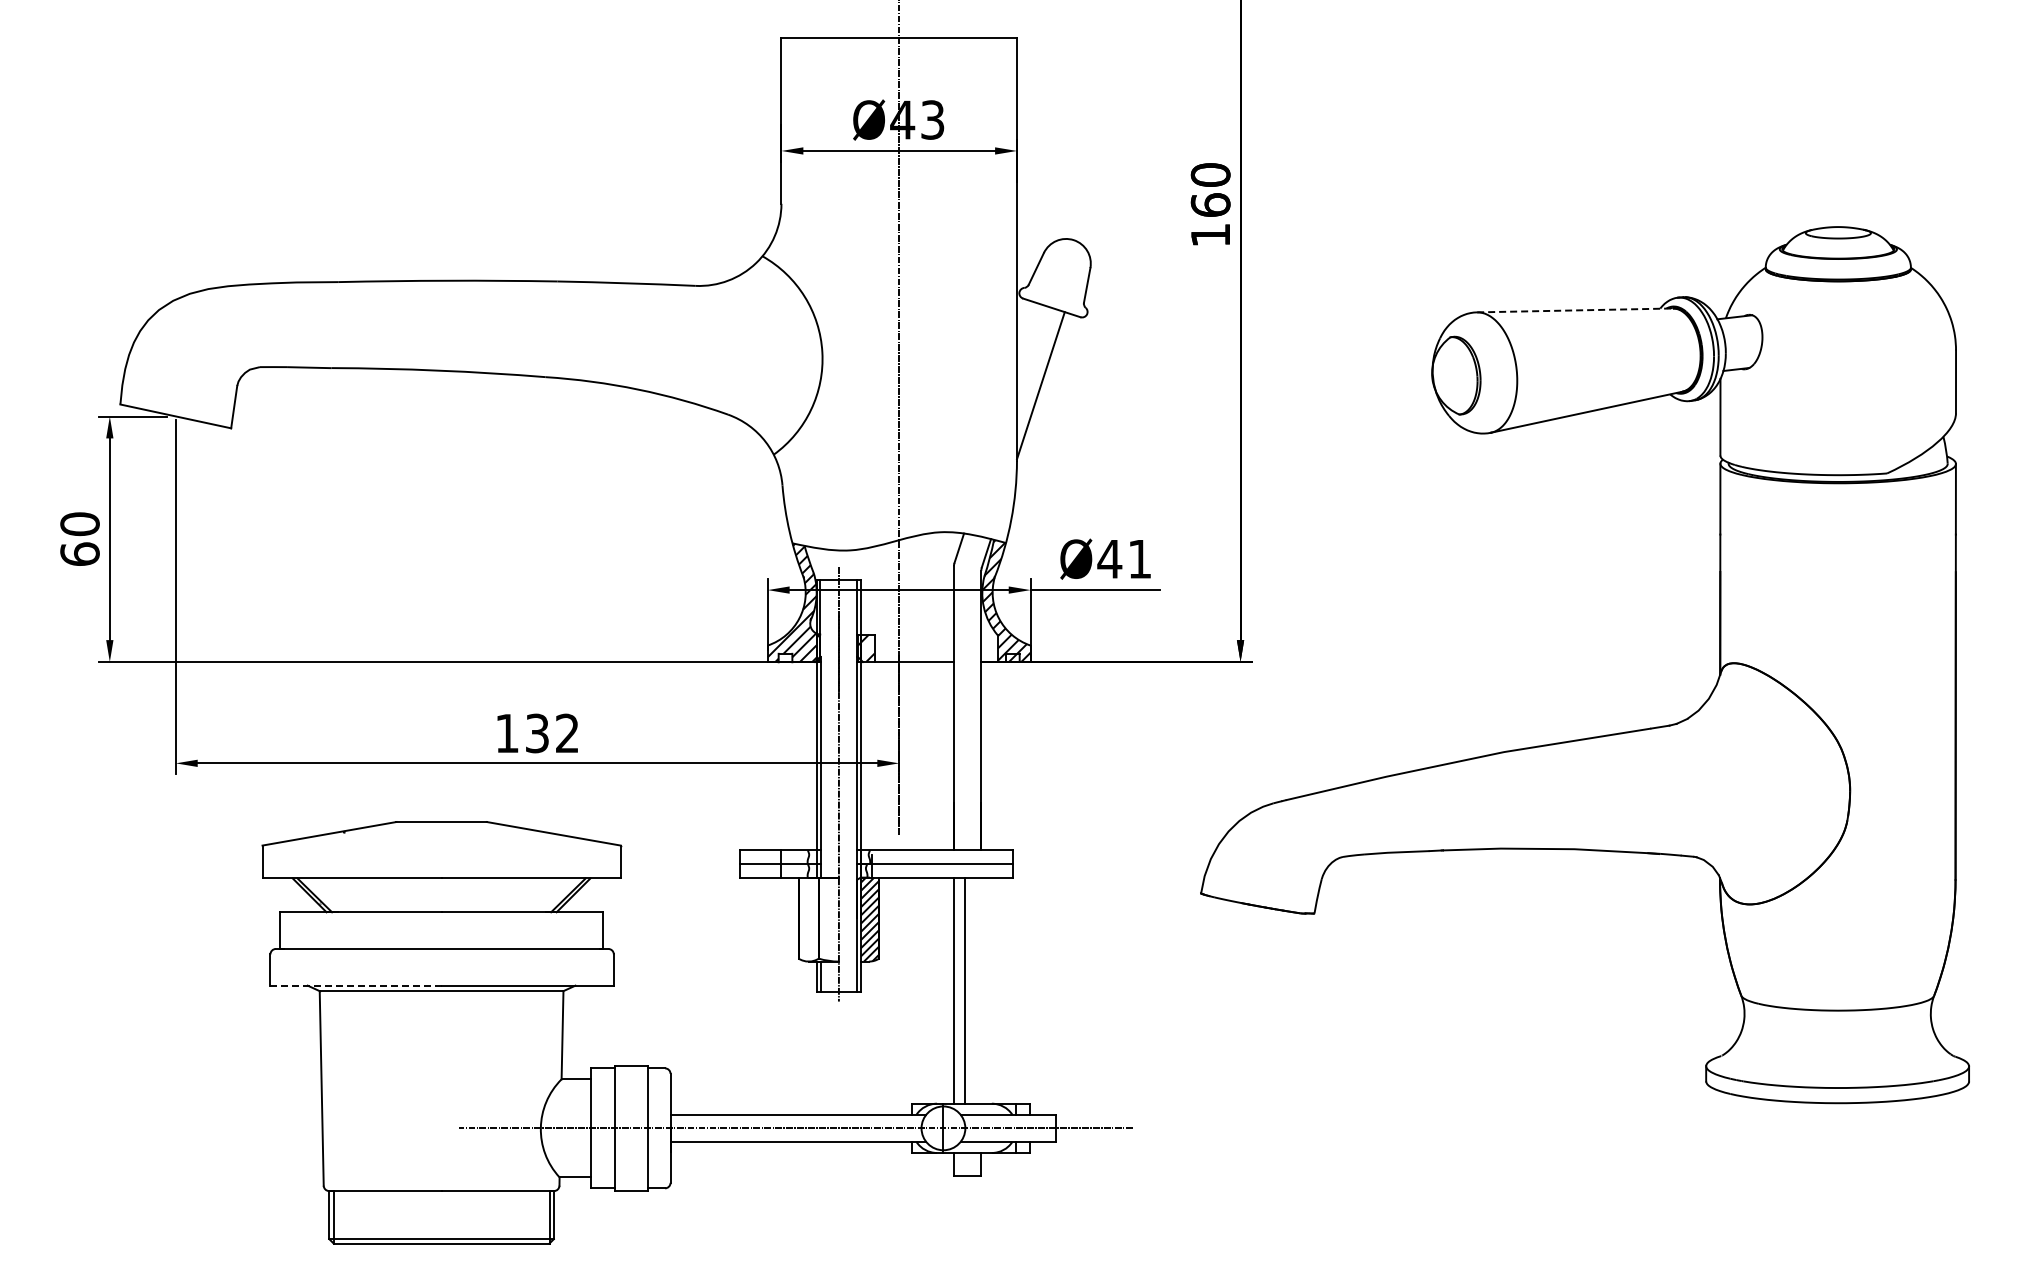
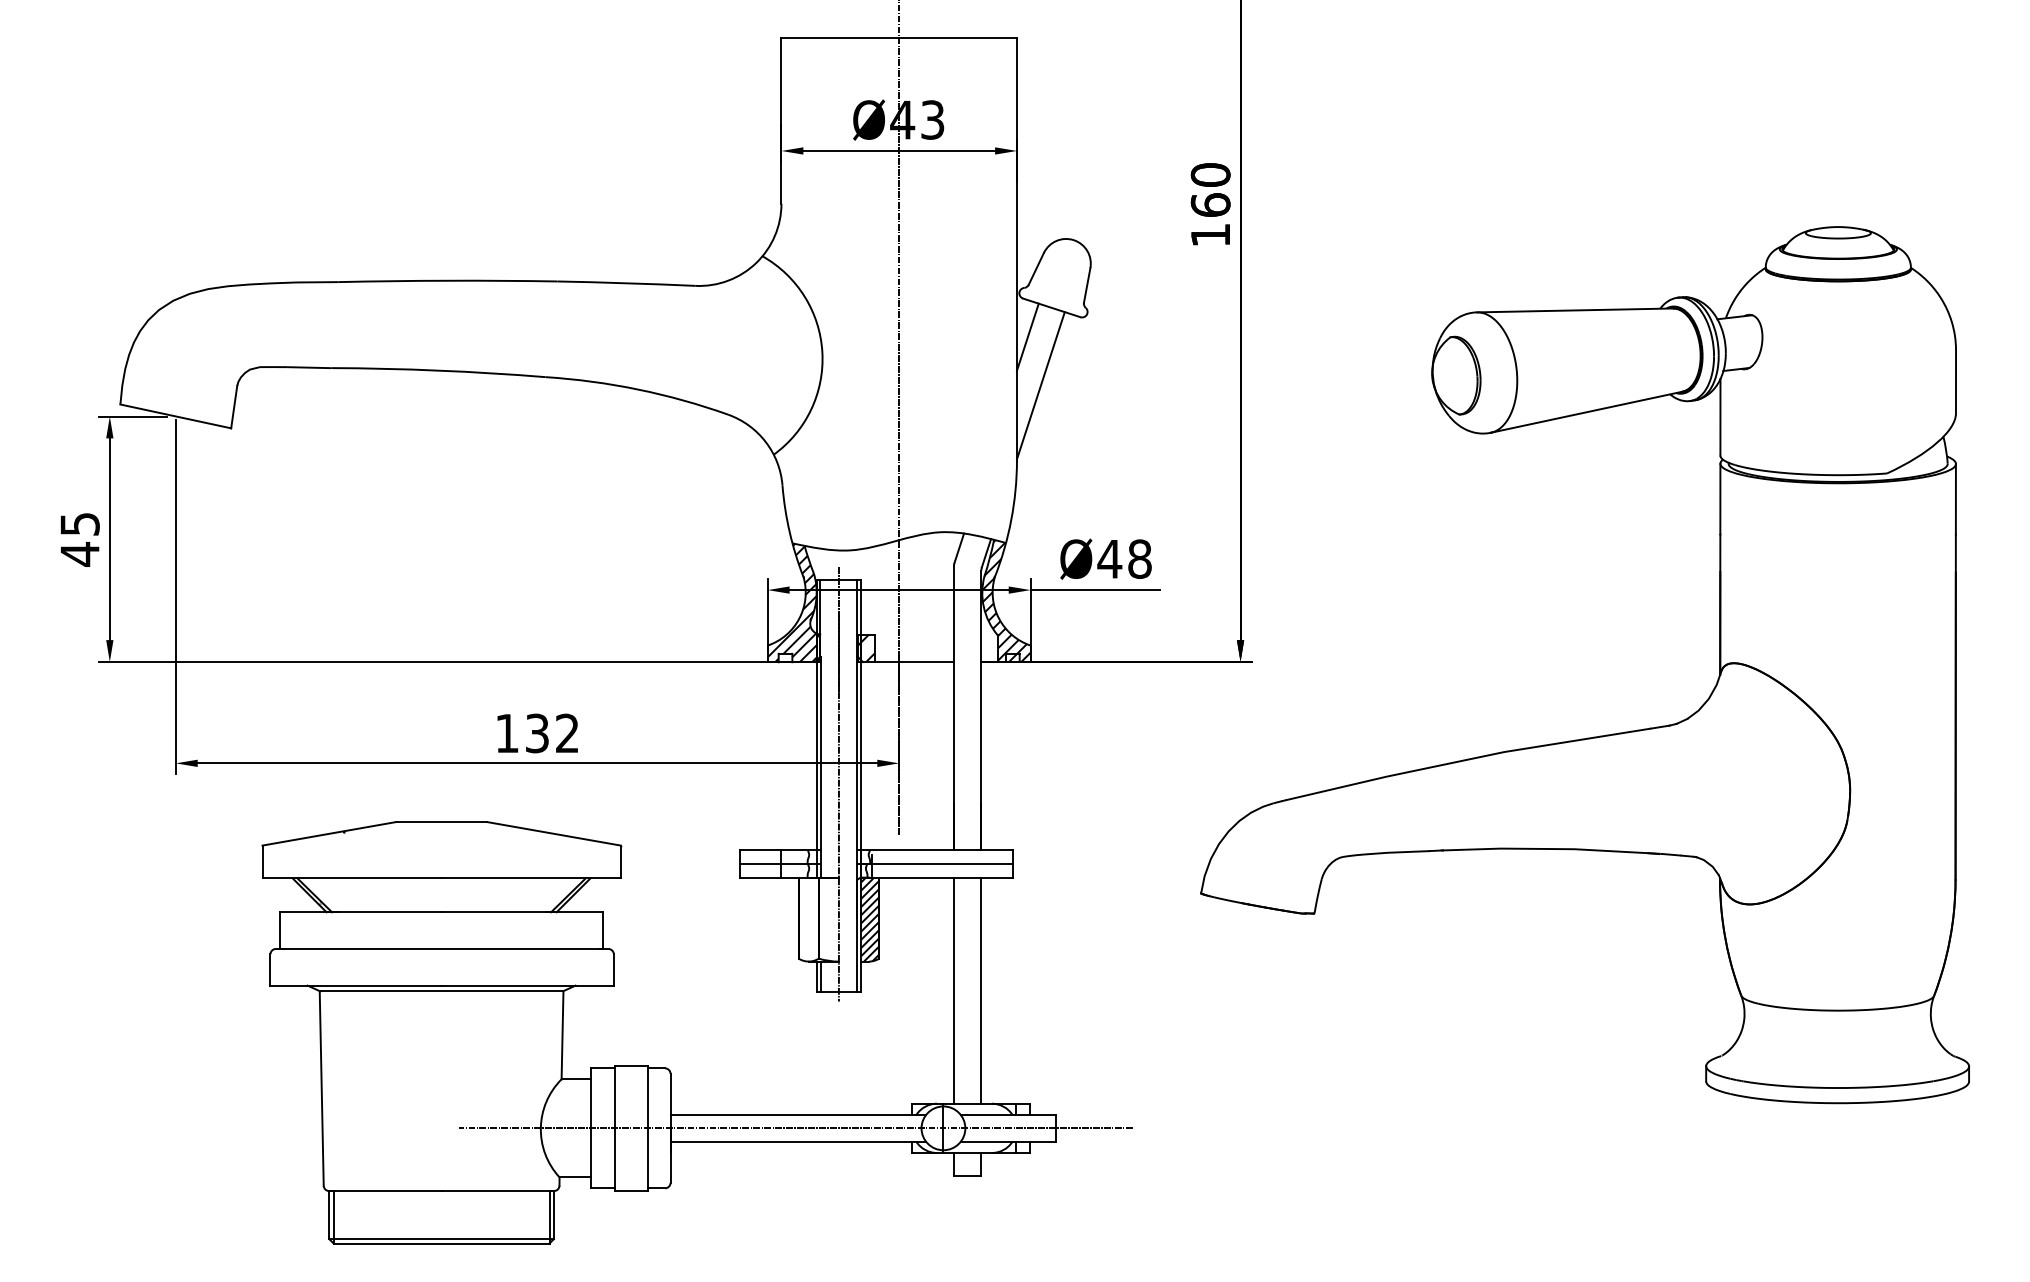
line at (1575, 310): dashed -> solid
line at (1027, 336): none -> present
text at (79, 539): 60 -> 45
text at (1139, 558): Ø41 -> Ø48
line at (356, 985): dashed -> solid
line at (965, 990) position: (965, 990) -> (981, 990)
